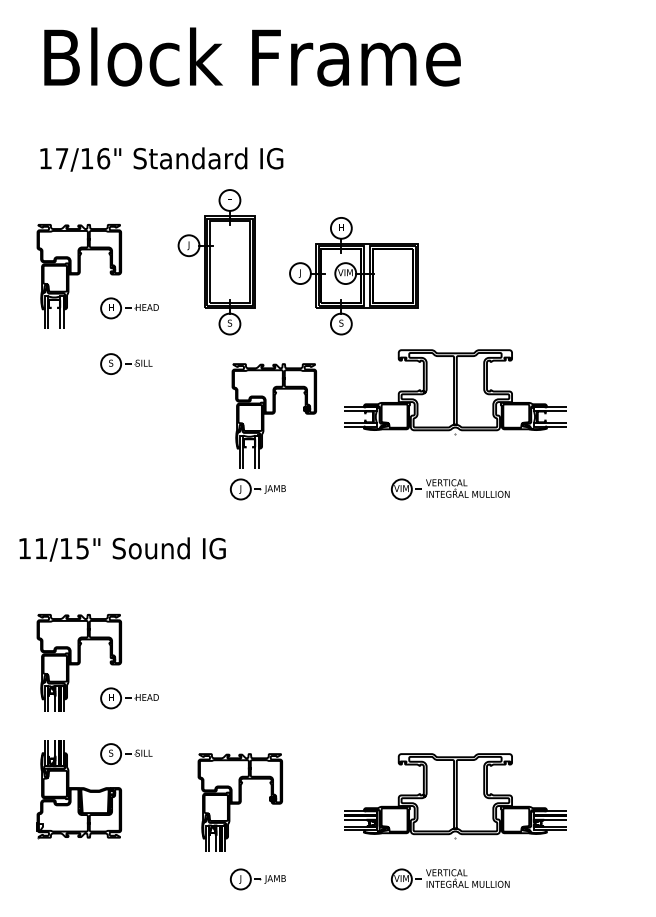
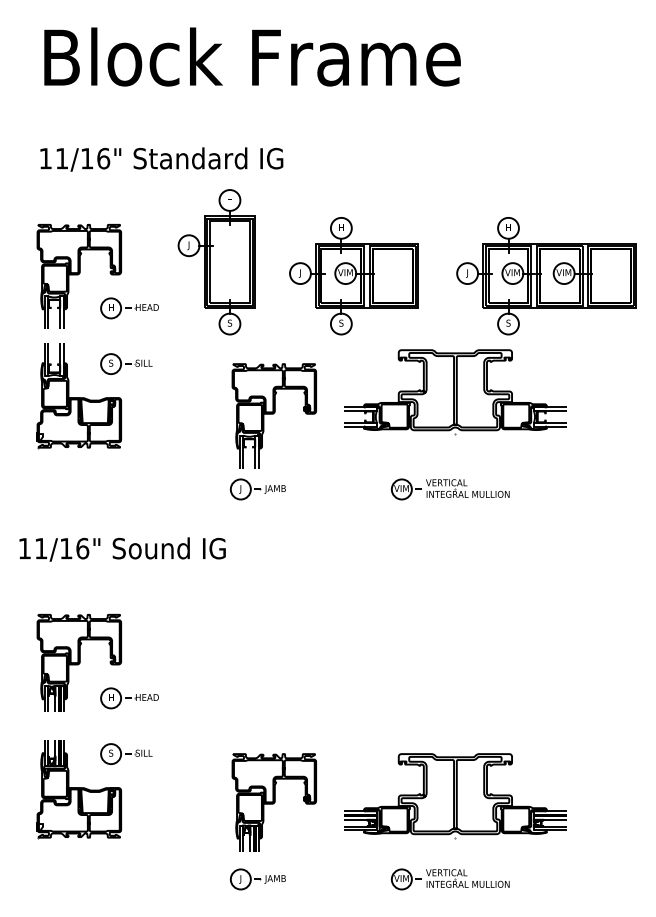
text at (62, 158): 17/16" -> 11/16"
part at (546, 276): none -> present
part at (78, 396): none -> present
text at (82, 548): 11/15" -> 11/16"
part at (239, 802) position: (239, 802) -> (273, 802)
